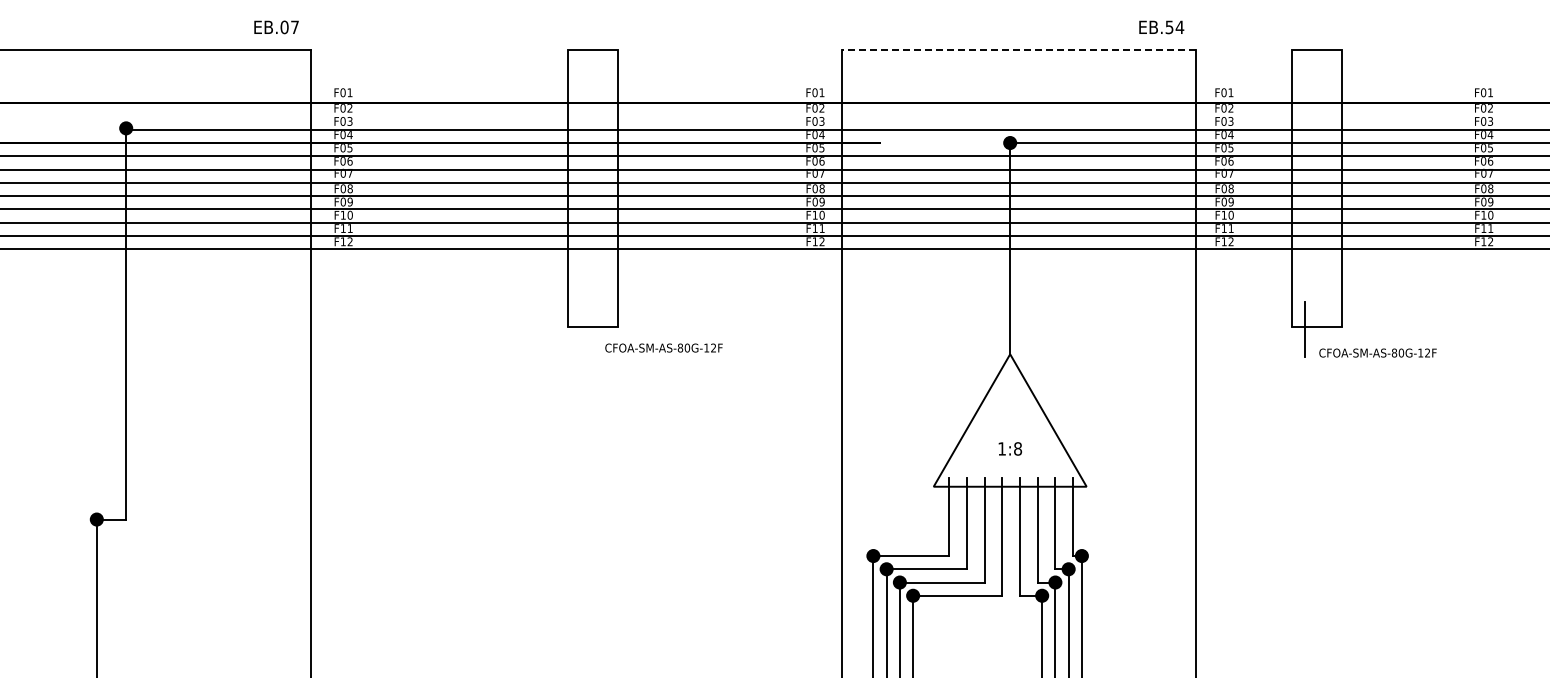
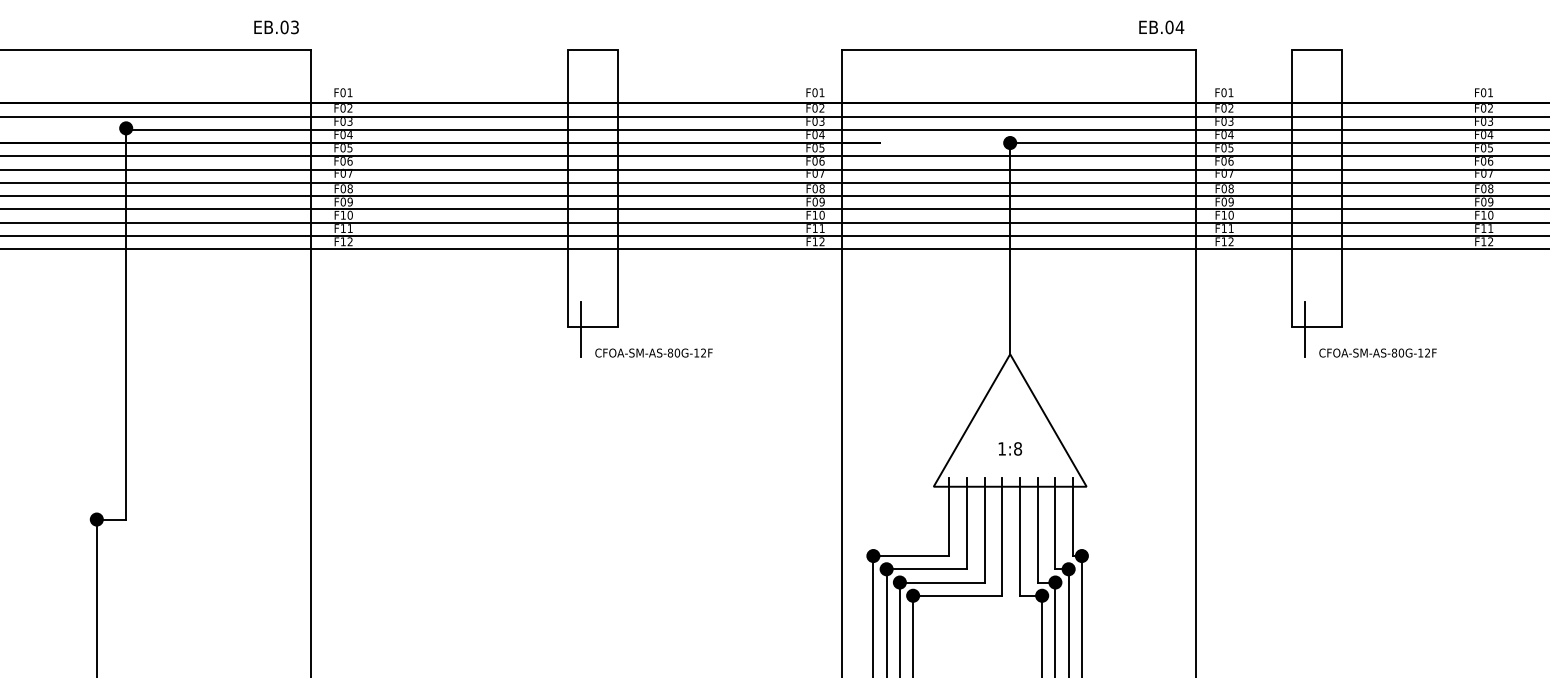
text at (294, 27): EB.07 -> EB.03
text at (1169, 27): EB.54 -> EB.04
line at (1019, 49): dashed -> solid
line at (774, 116): none -> present
line at (580, 329): none -> present
text at (663, 347) position: (663, 347) -> (653, 352)
